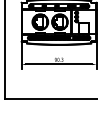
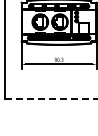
line at (51, 99): solid -> dashed
